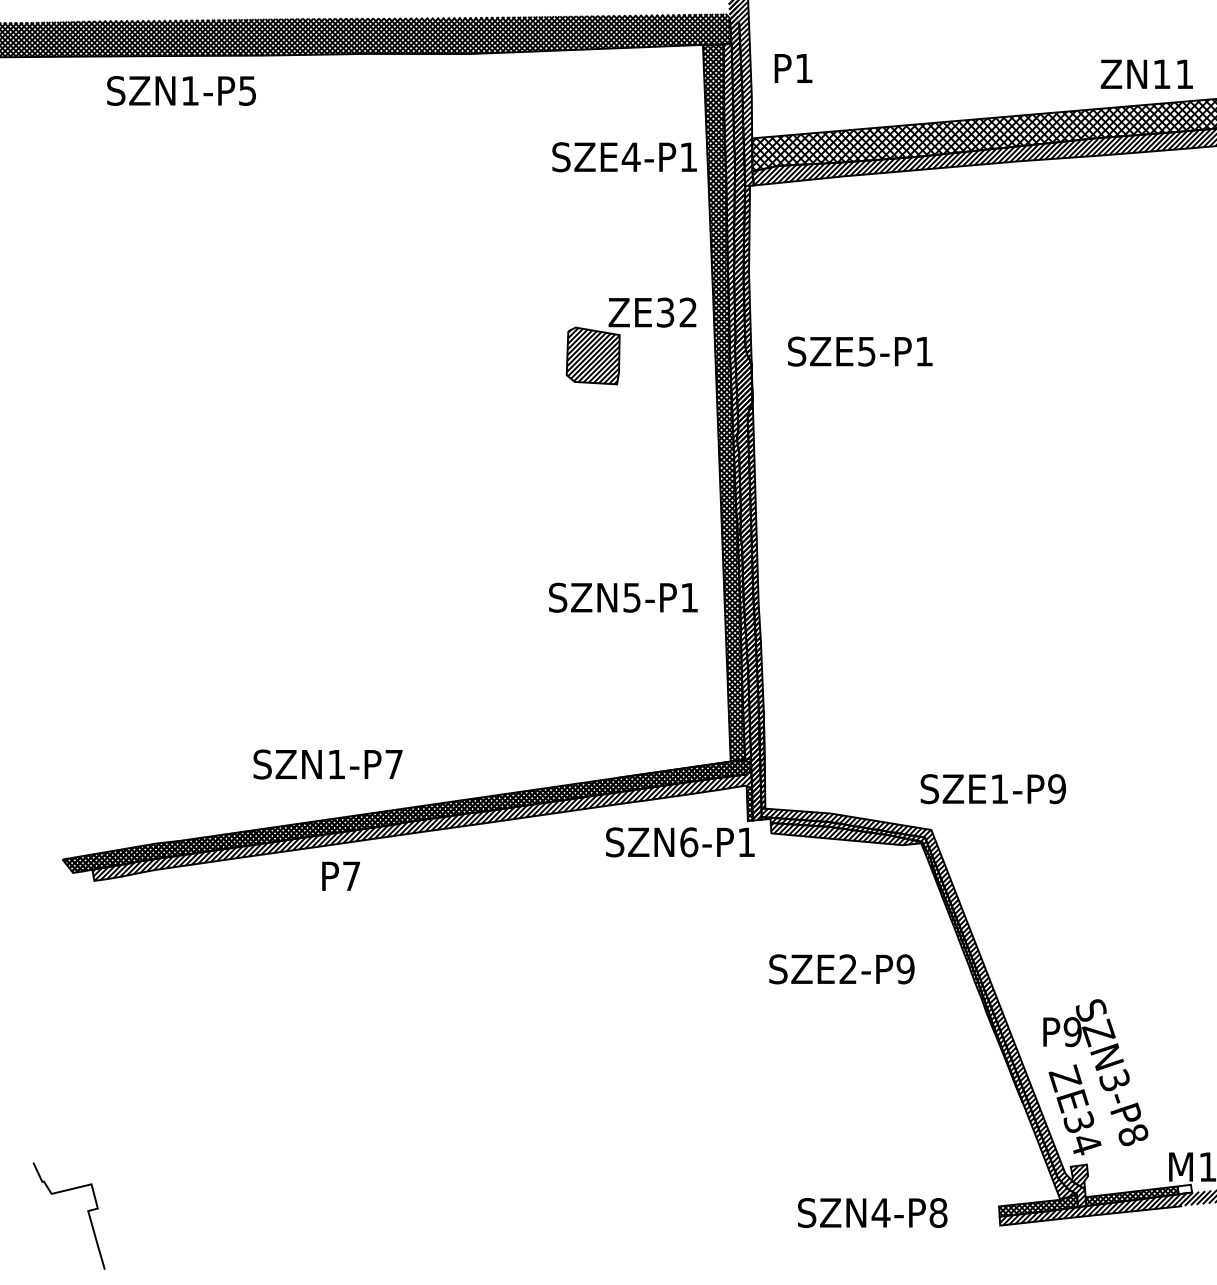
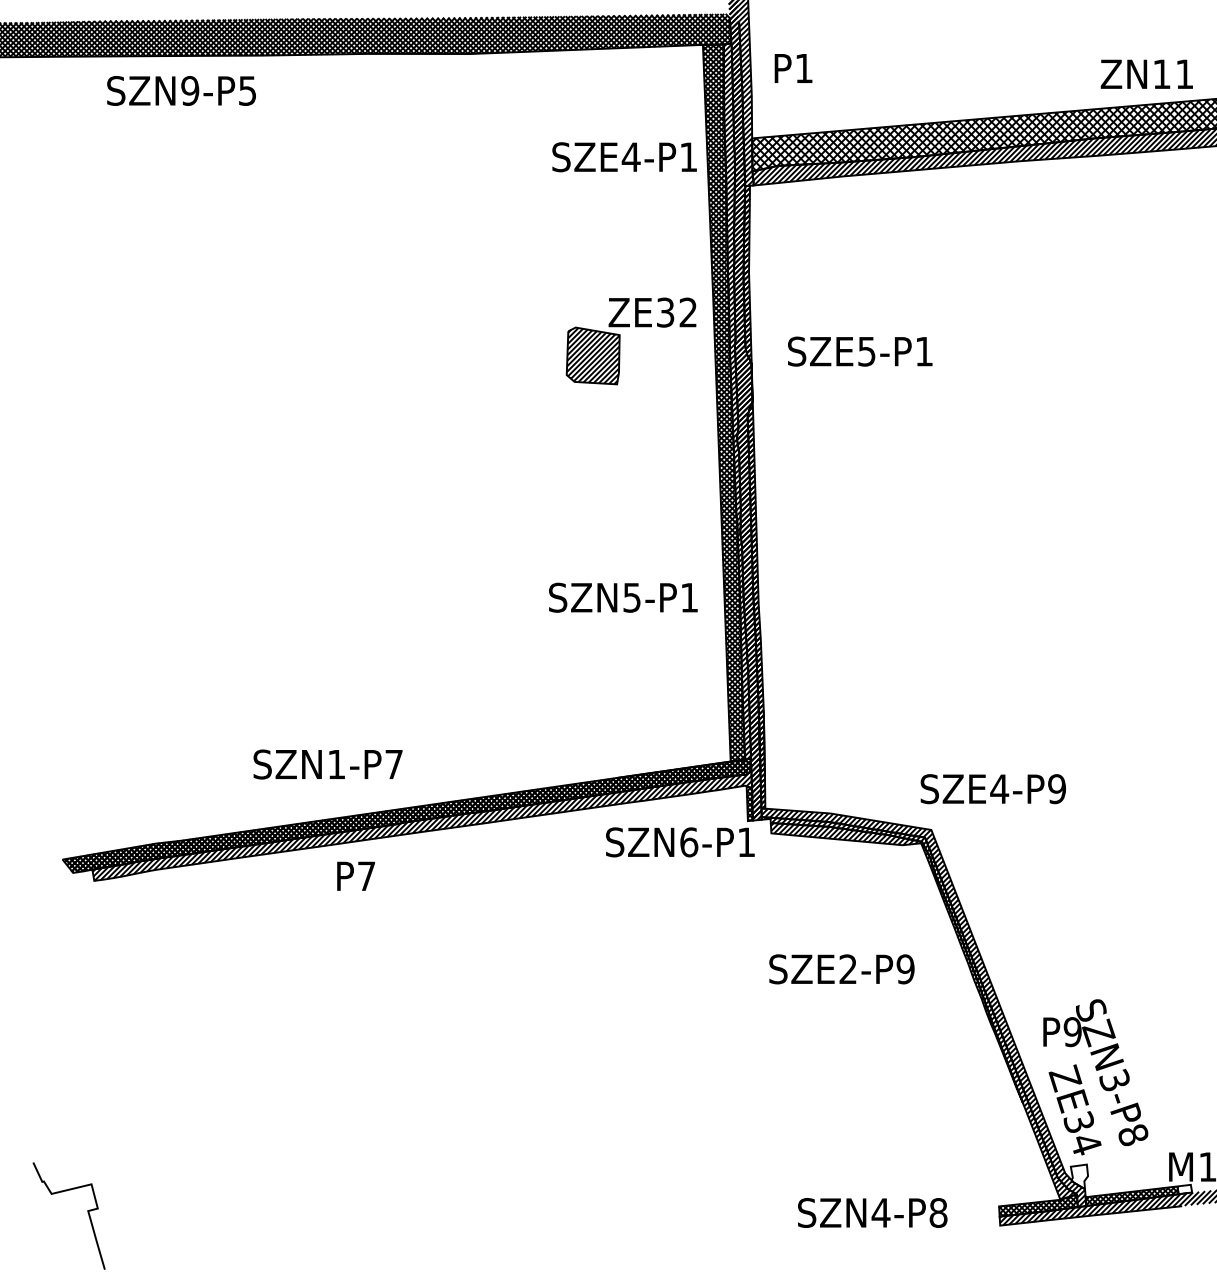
text at (190, 90): SZN1-P5 -> SZN9-P5
text at (999, 788): SZE1-P9 -> SZE4-P9
text at (340, 875) position: (340, 875) -> (355, 875)
hatch at (1079, 1176): present -> none
